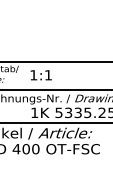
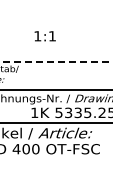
line at (56, 61): solid -> dashed
text at (40, 75) position: (40, 75) -> (44, 36)
